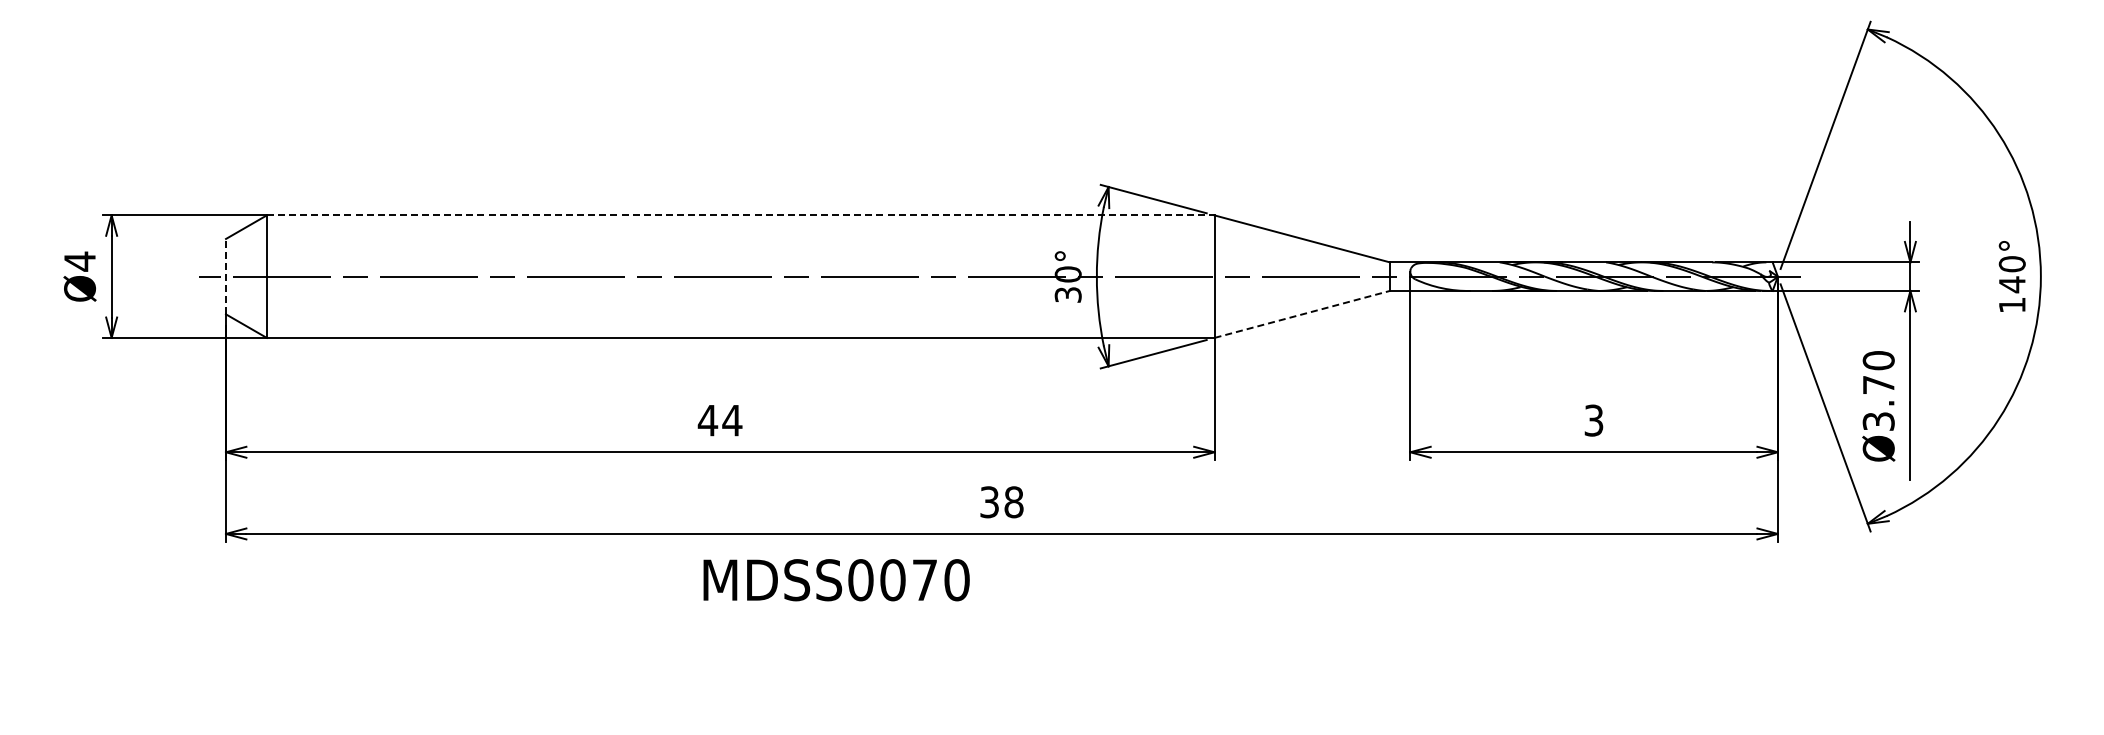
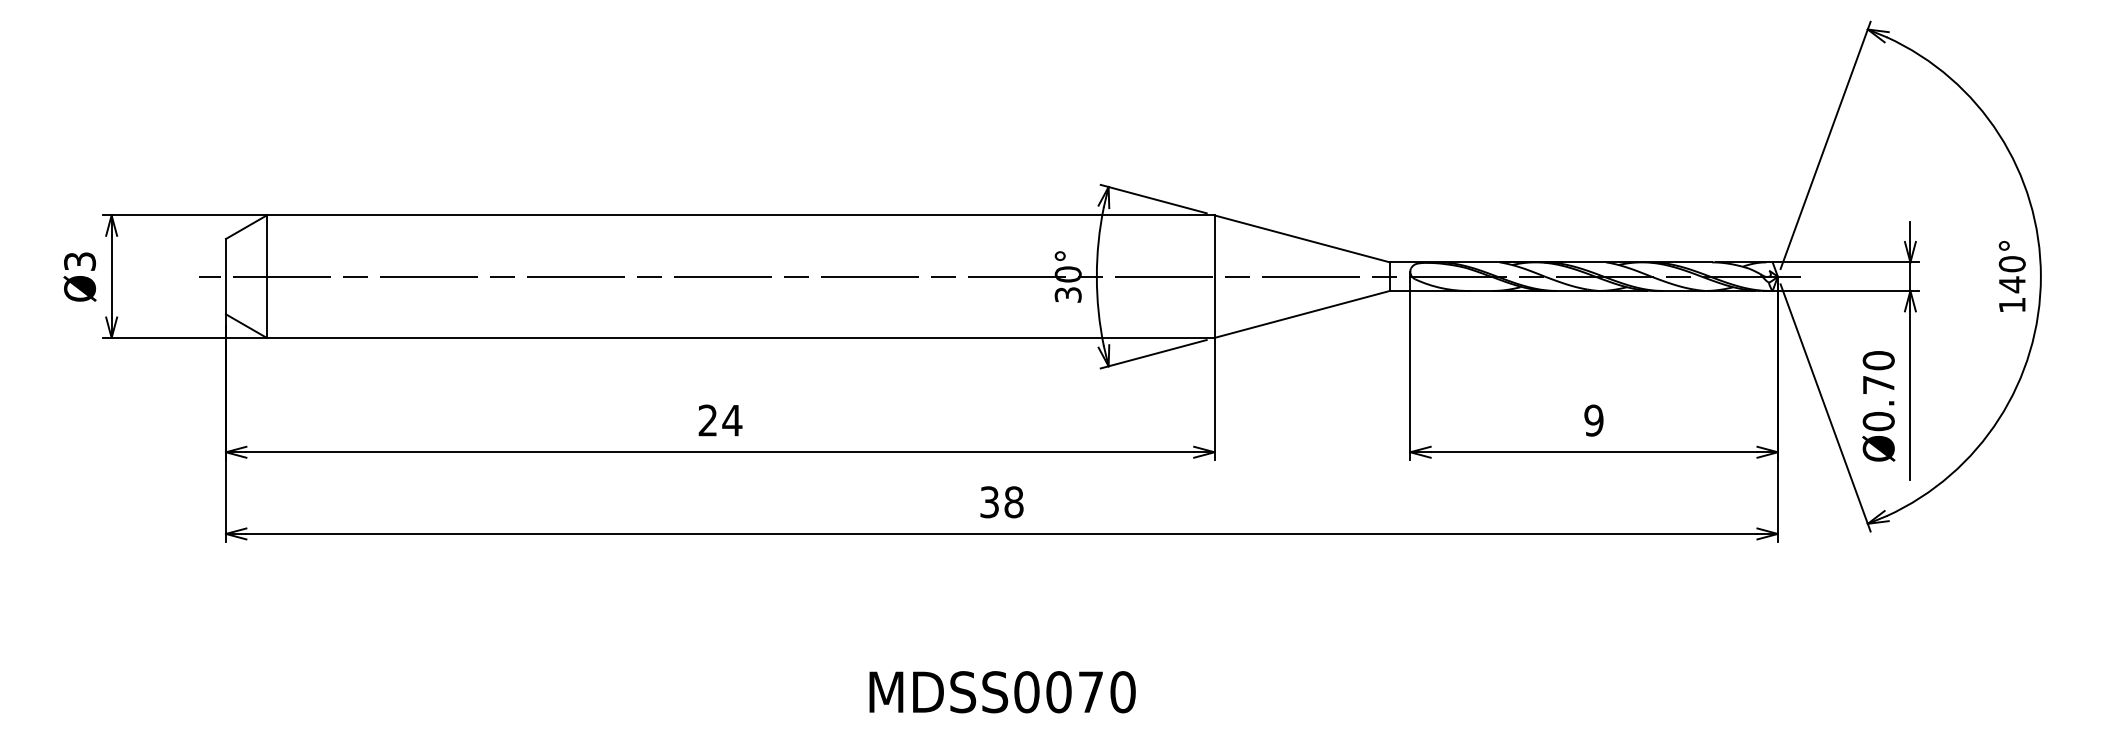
line at (740, 215): dashed -> solid
text at (80, 261): Ø4 -> Ø3
line at (226, 276): dashed -> solid
line at (1302, 314): dashed -> solid
text at (707, 420): 44 -> 24
text at (1593, 420): 3 -> 9
text at (1878, 421): Ø3.70 -> Ø0.70
text at (836, 580) position: (836, 580) -> (1002, 692)
